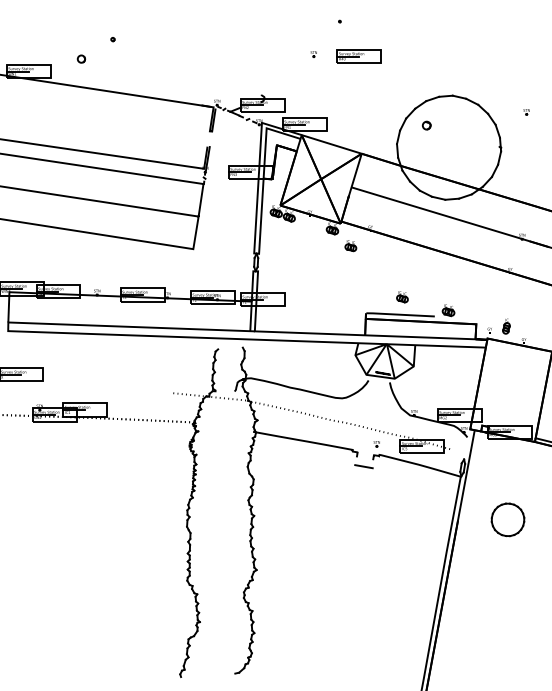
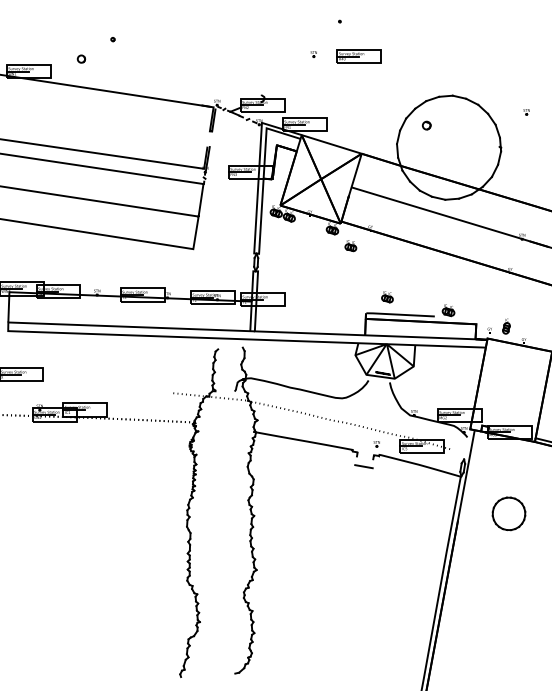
part at (402, 297) position: (402, 297) -> (387, 297)
part at (507, 519) position: (507, 519) -> (508, 513)
